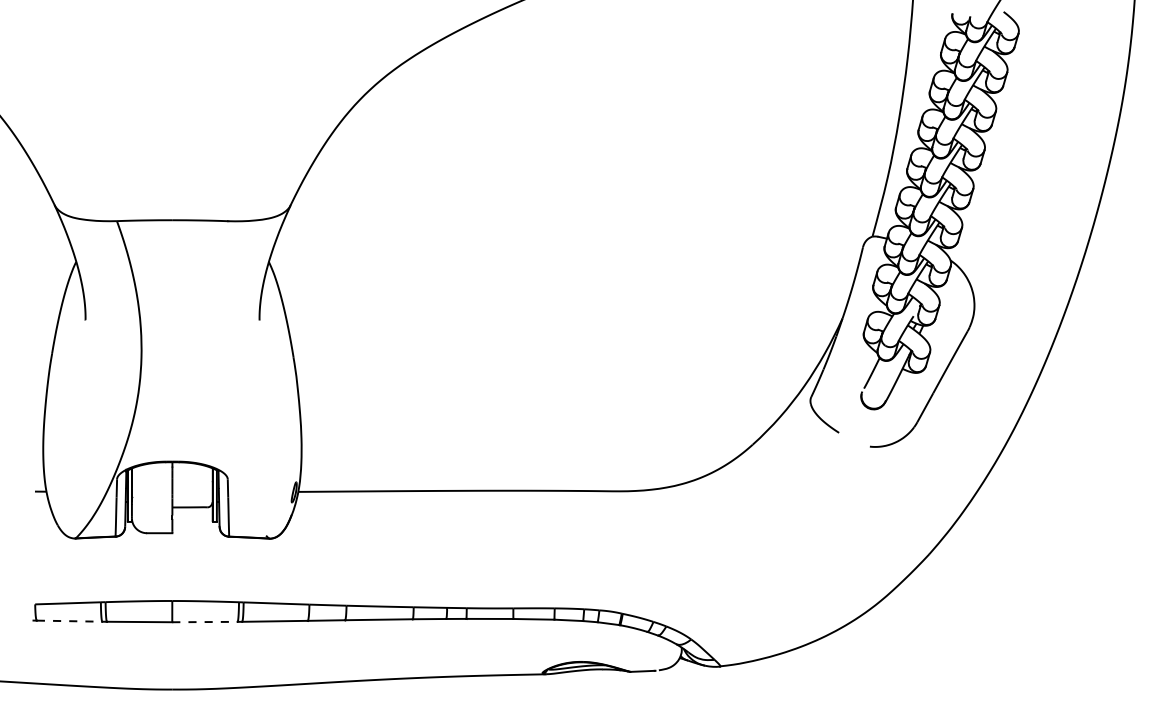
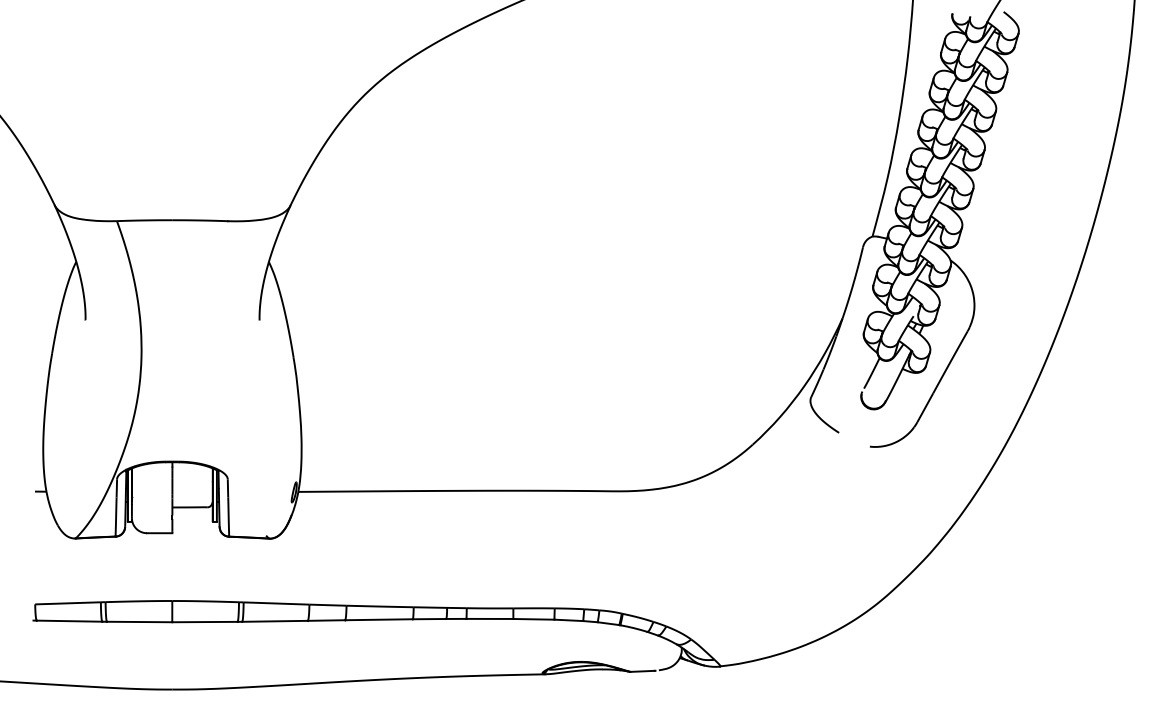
line at (69, 621): dashed -> solid
line at (205, 622): dashed -> solid
